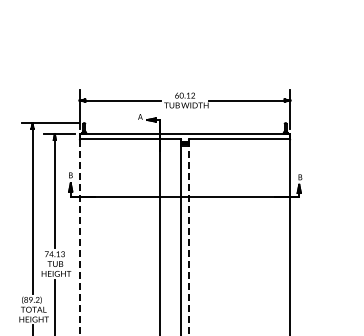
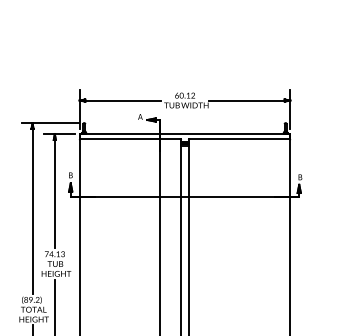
line at (79, 237): dashed -> solid
line at (188, 237): dashed -> solid
